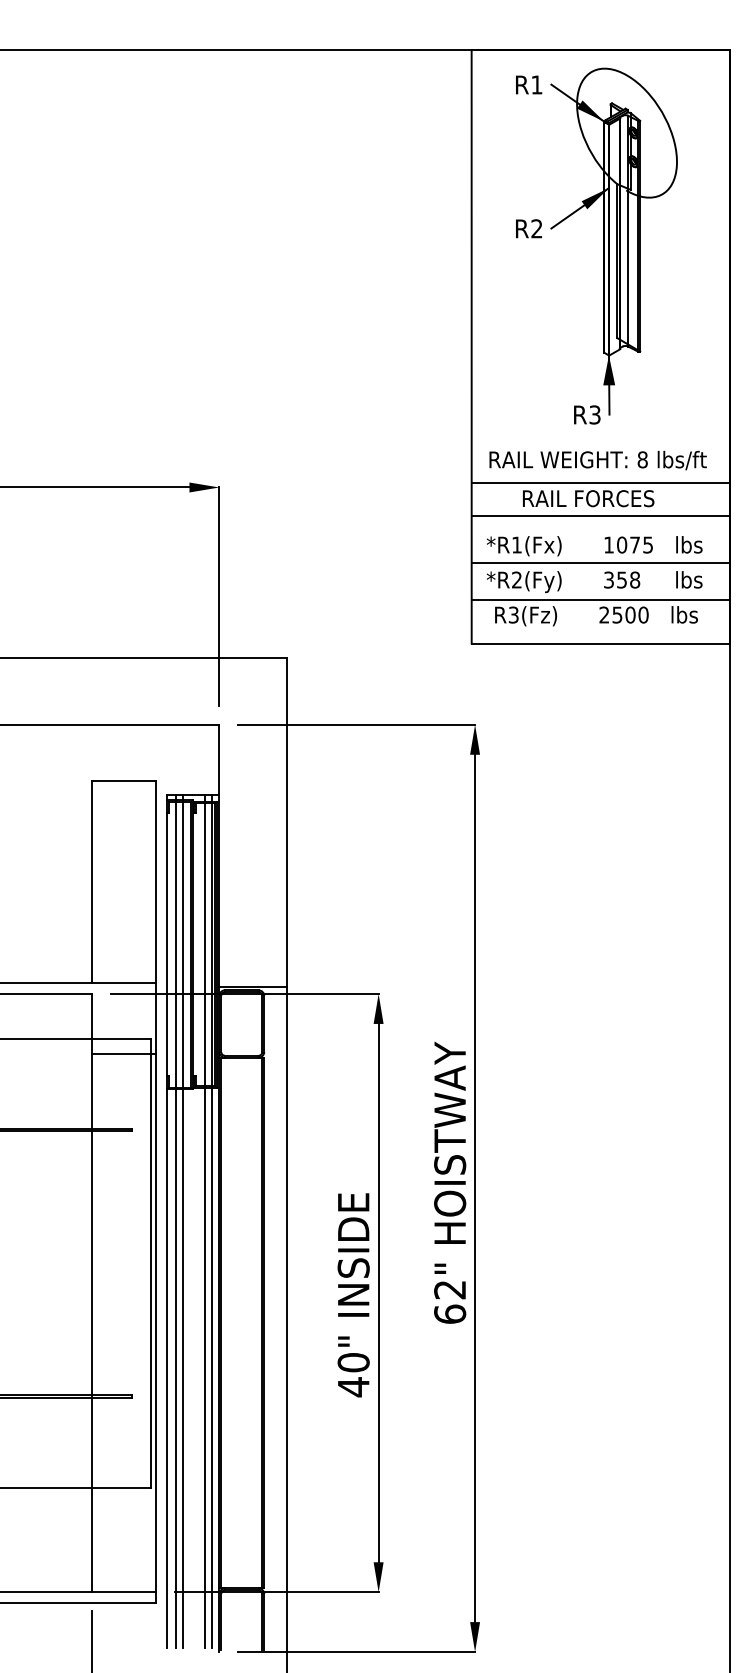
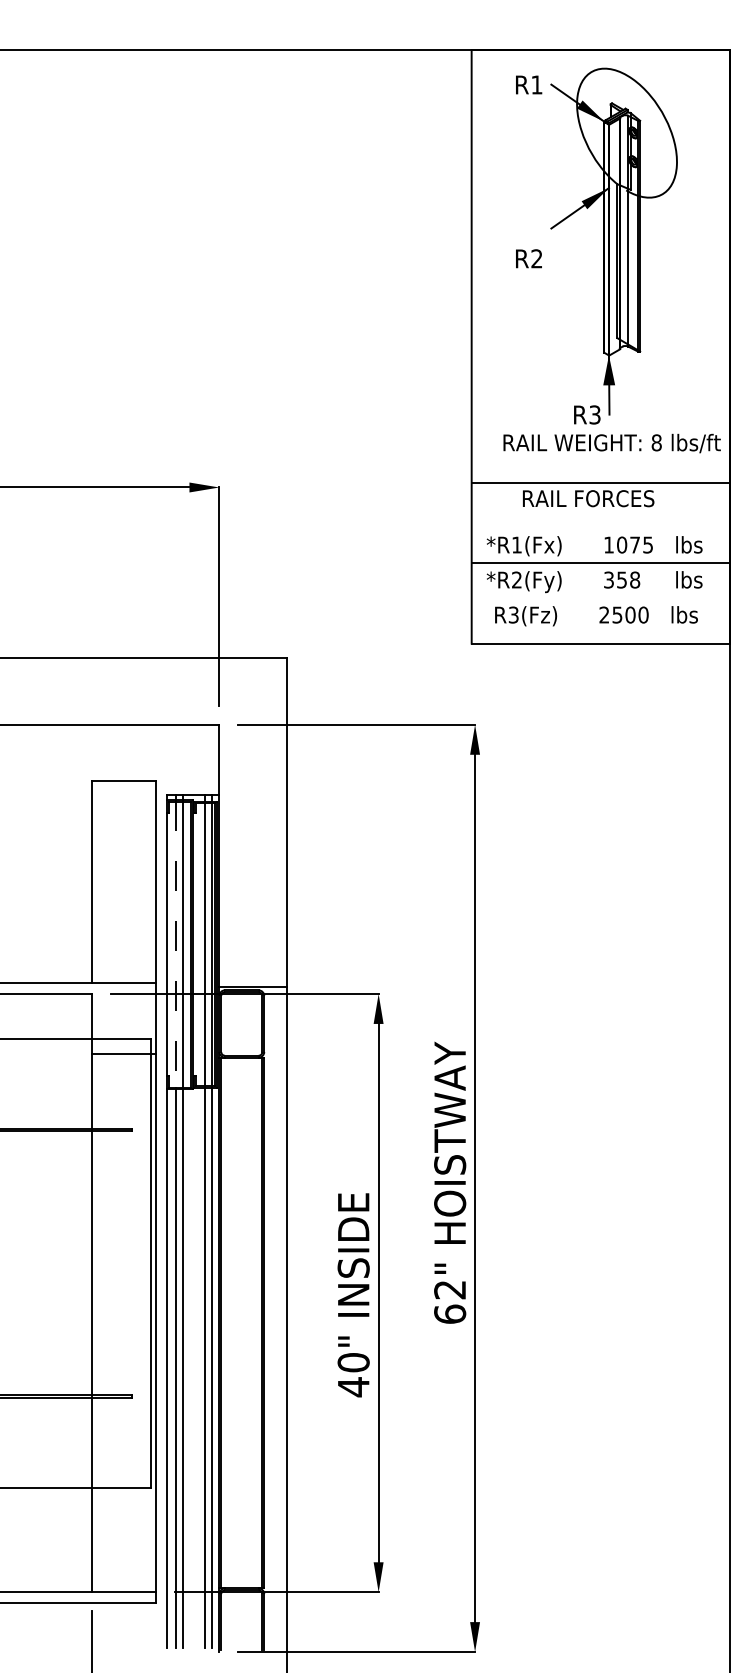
text at (528, 228) position: (528, 228) -> (528, 258)
text at (597, 460) position: (597, 460) -> (611, 443)
line at (600, 515): present -> none
line at (600, 600): present -> none
line at (176, 944): solid -> dashed
